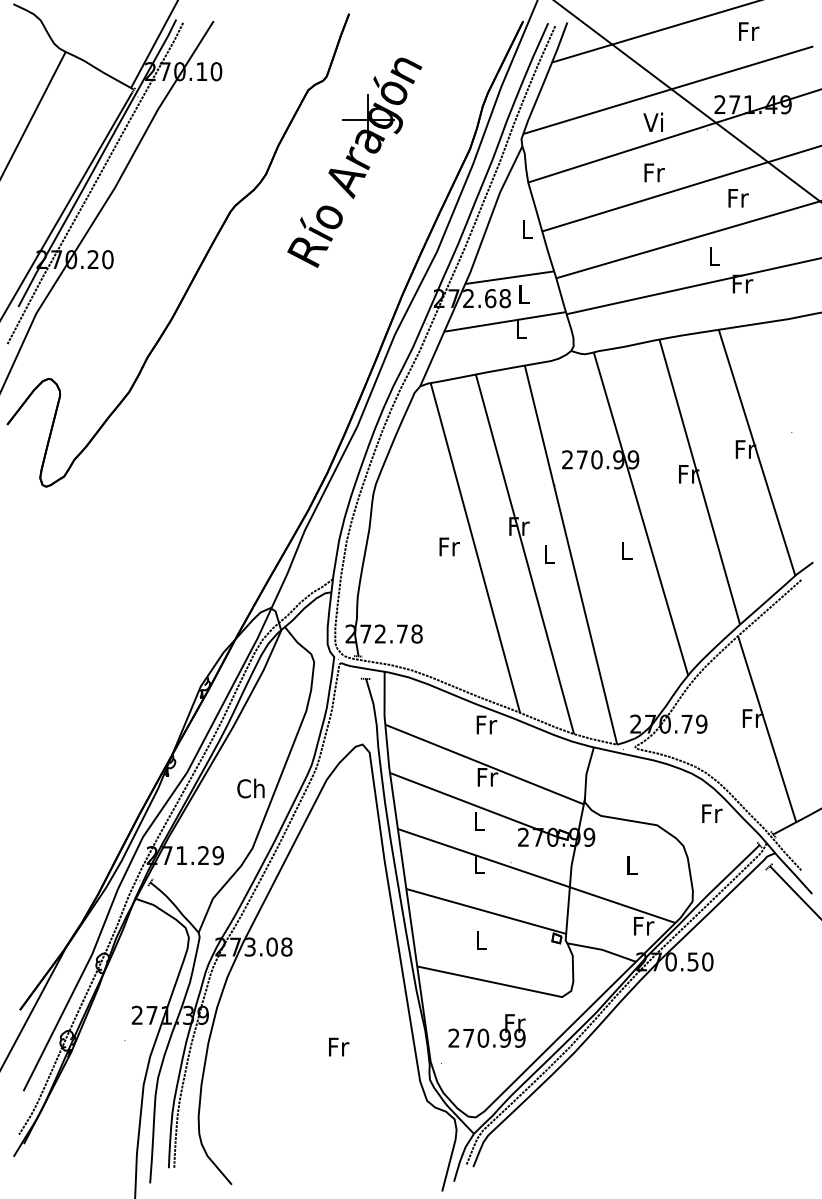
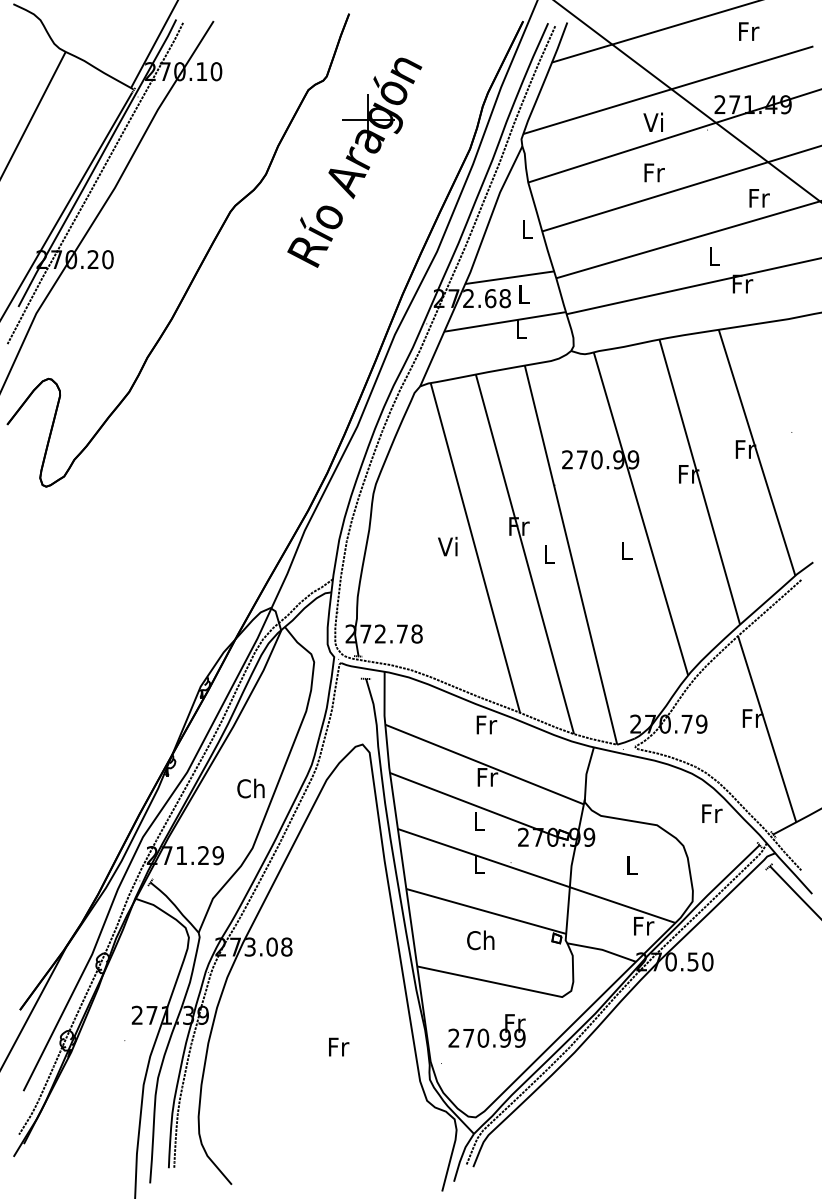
text at (738, 198) position: (738, 198) -> (759, 198)
text at (448, 546): Fr -> Vi
text at (480, 940): L -> Ch
